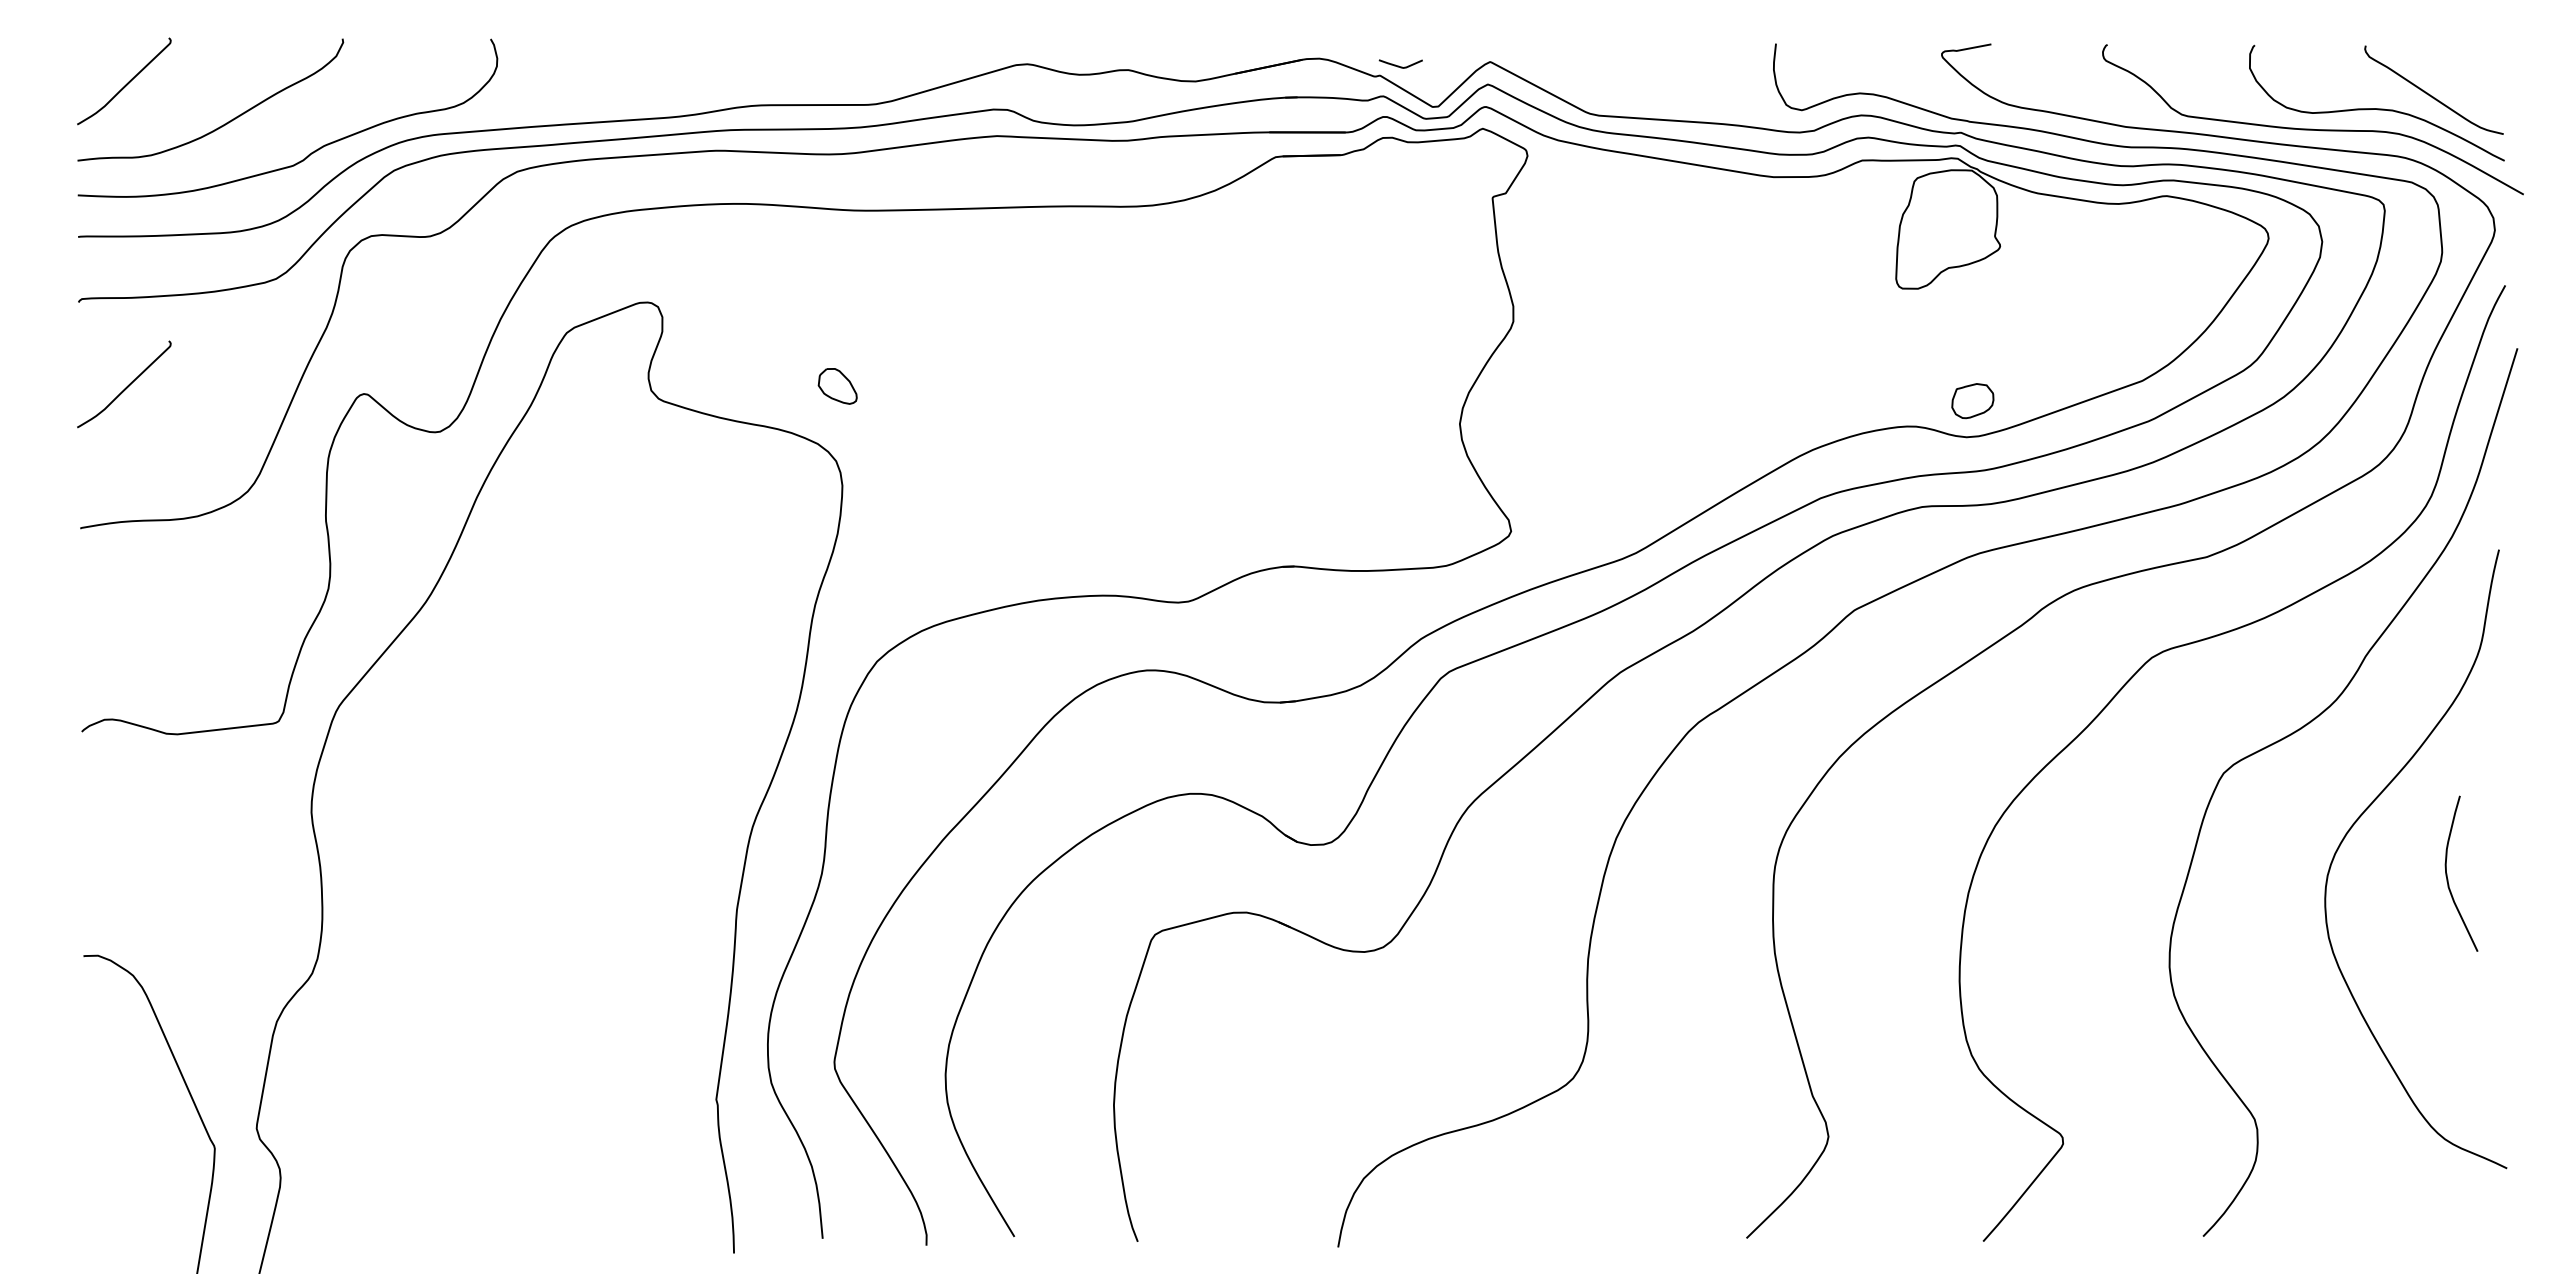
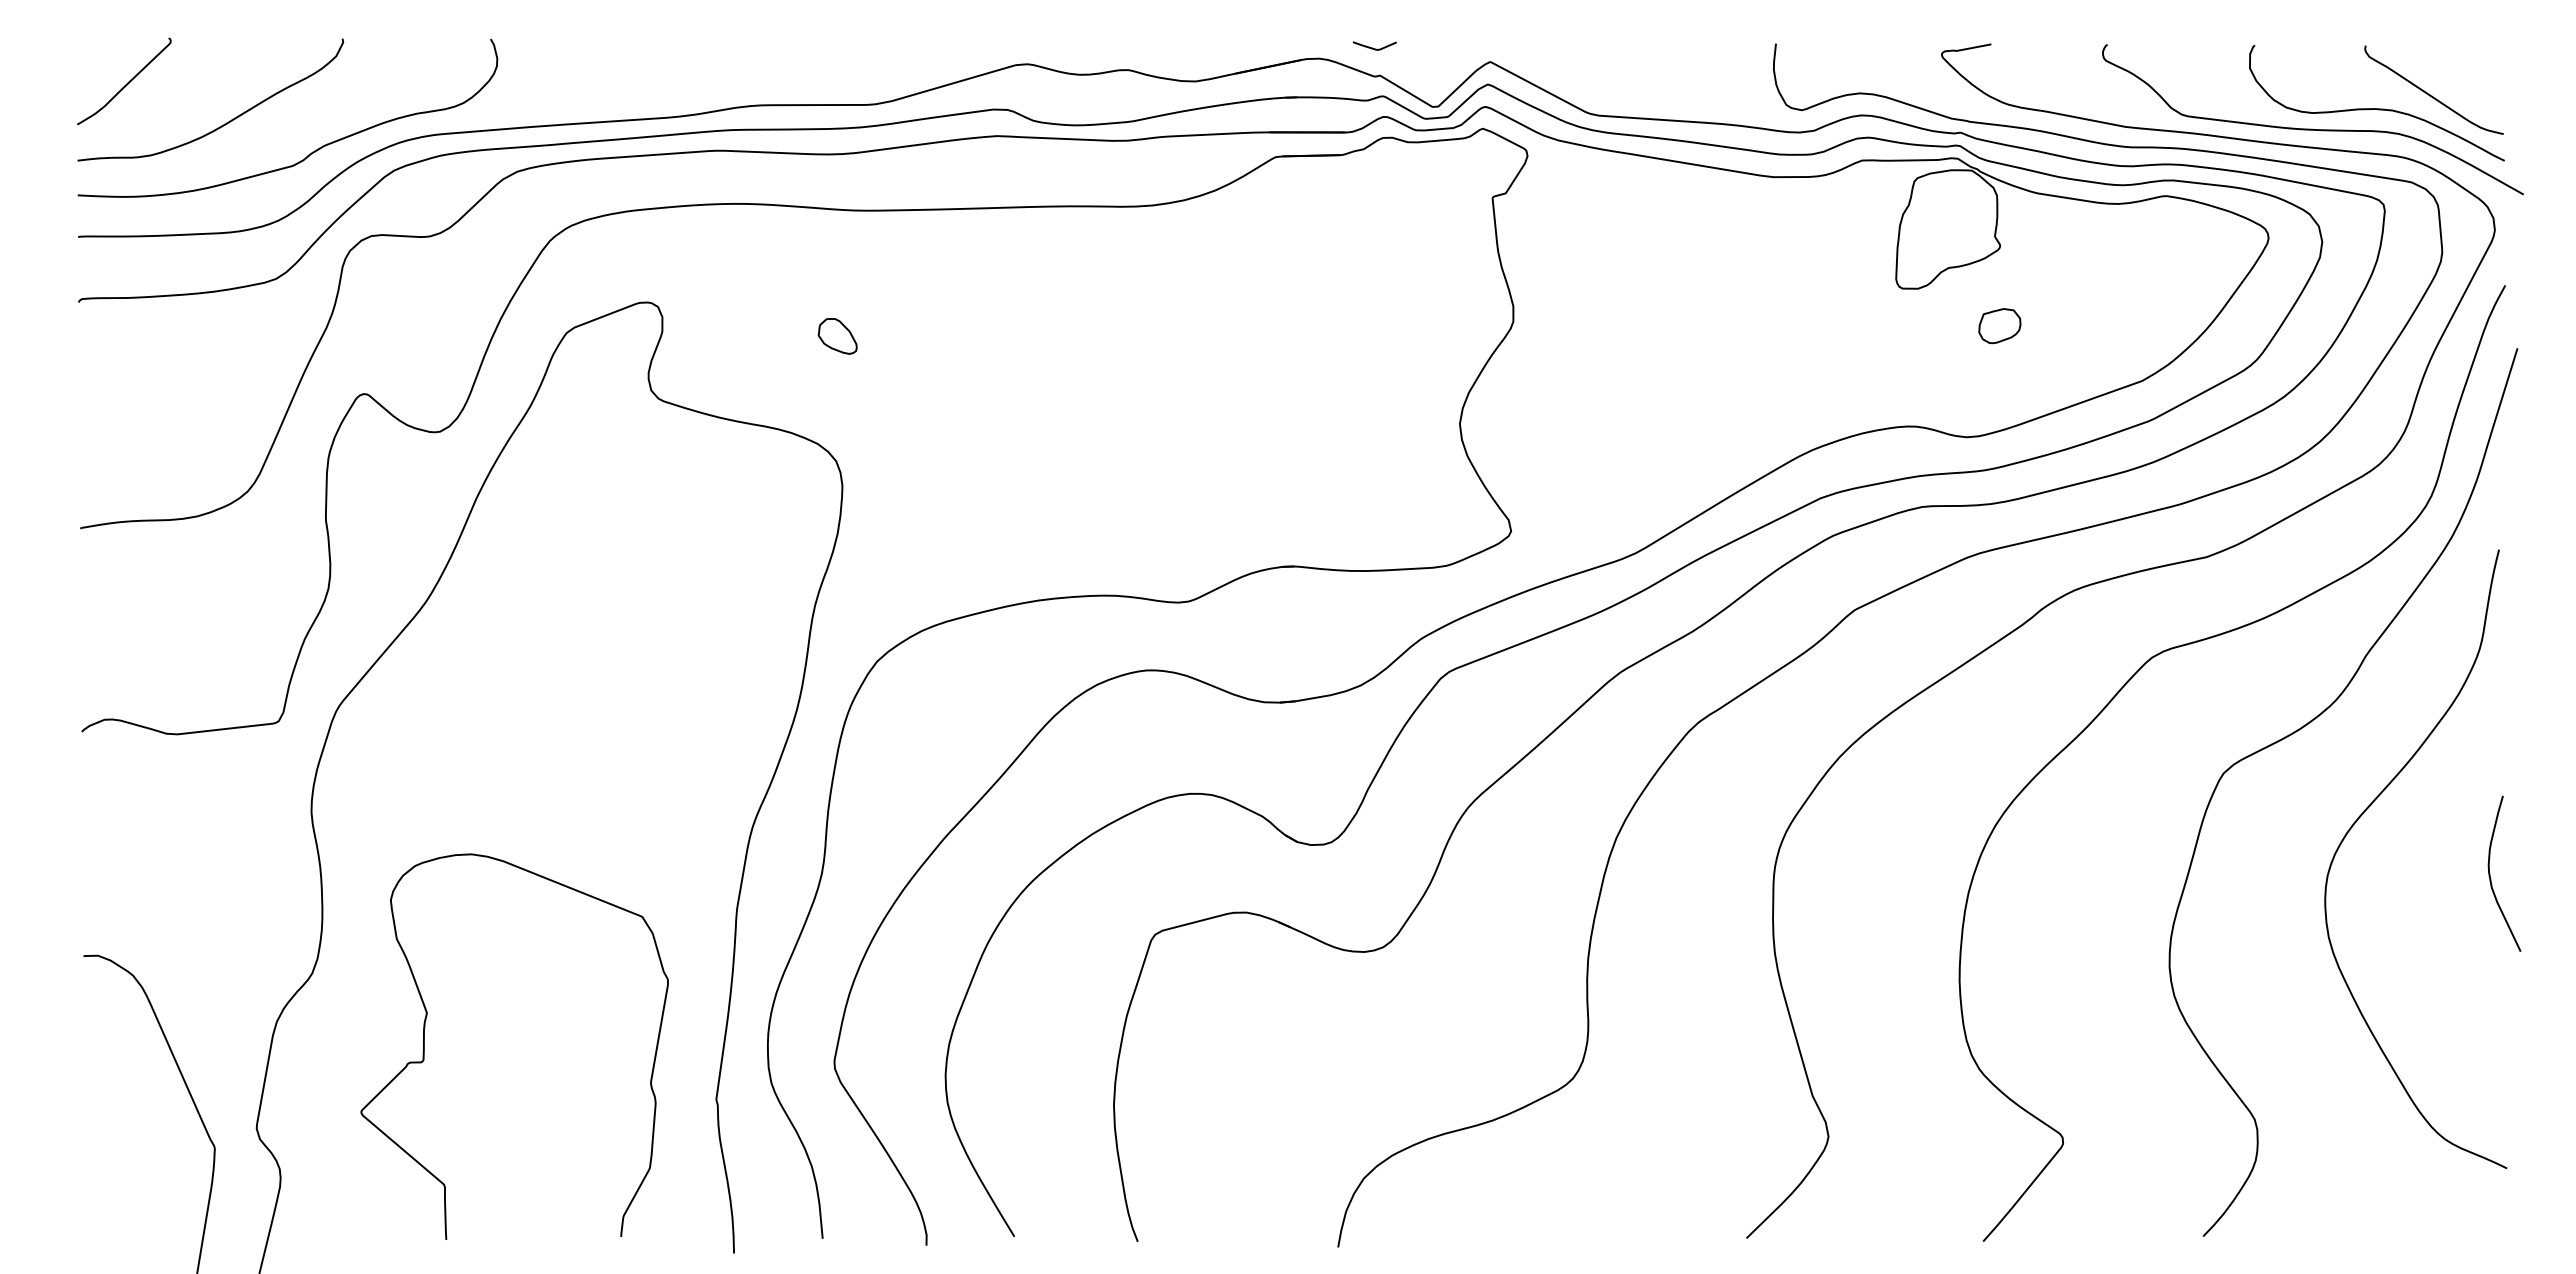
curve at (1398, 65) position: (1398, 65) -> (1372, 47)
curve at (126, 386): present -> none
part at (837, 386) position: (837, 386) -> (837, 336)
part at (1972, 401) position: (1972, 401) -> (1999, 326)
curve at (2447, 873) position: (2447, 873) -> (2490, 873)
curve at (424, 1046): none -> present
